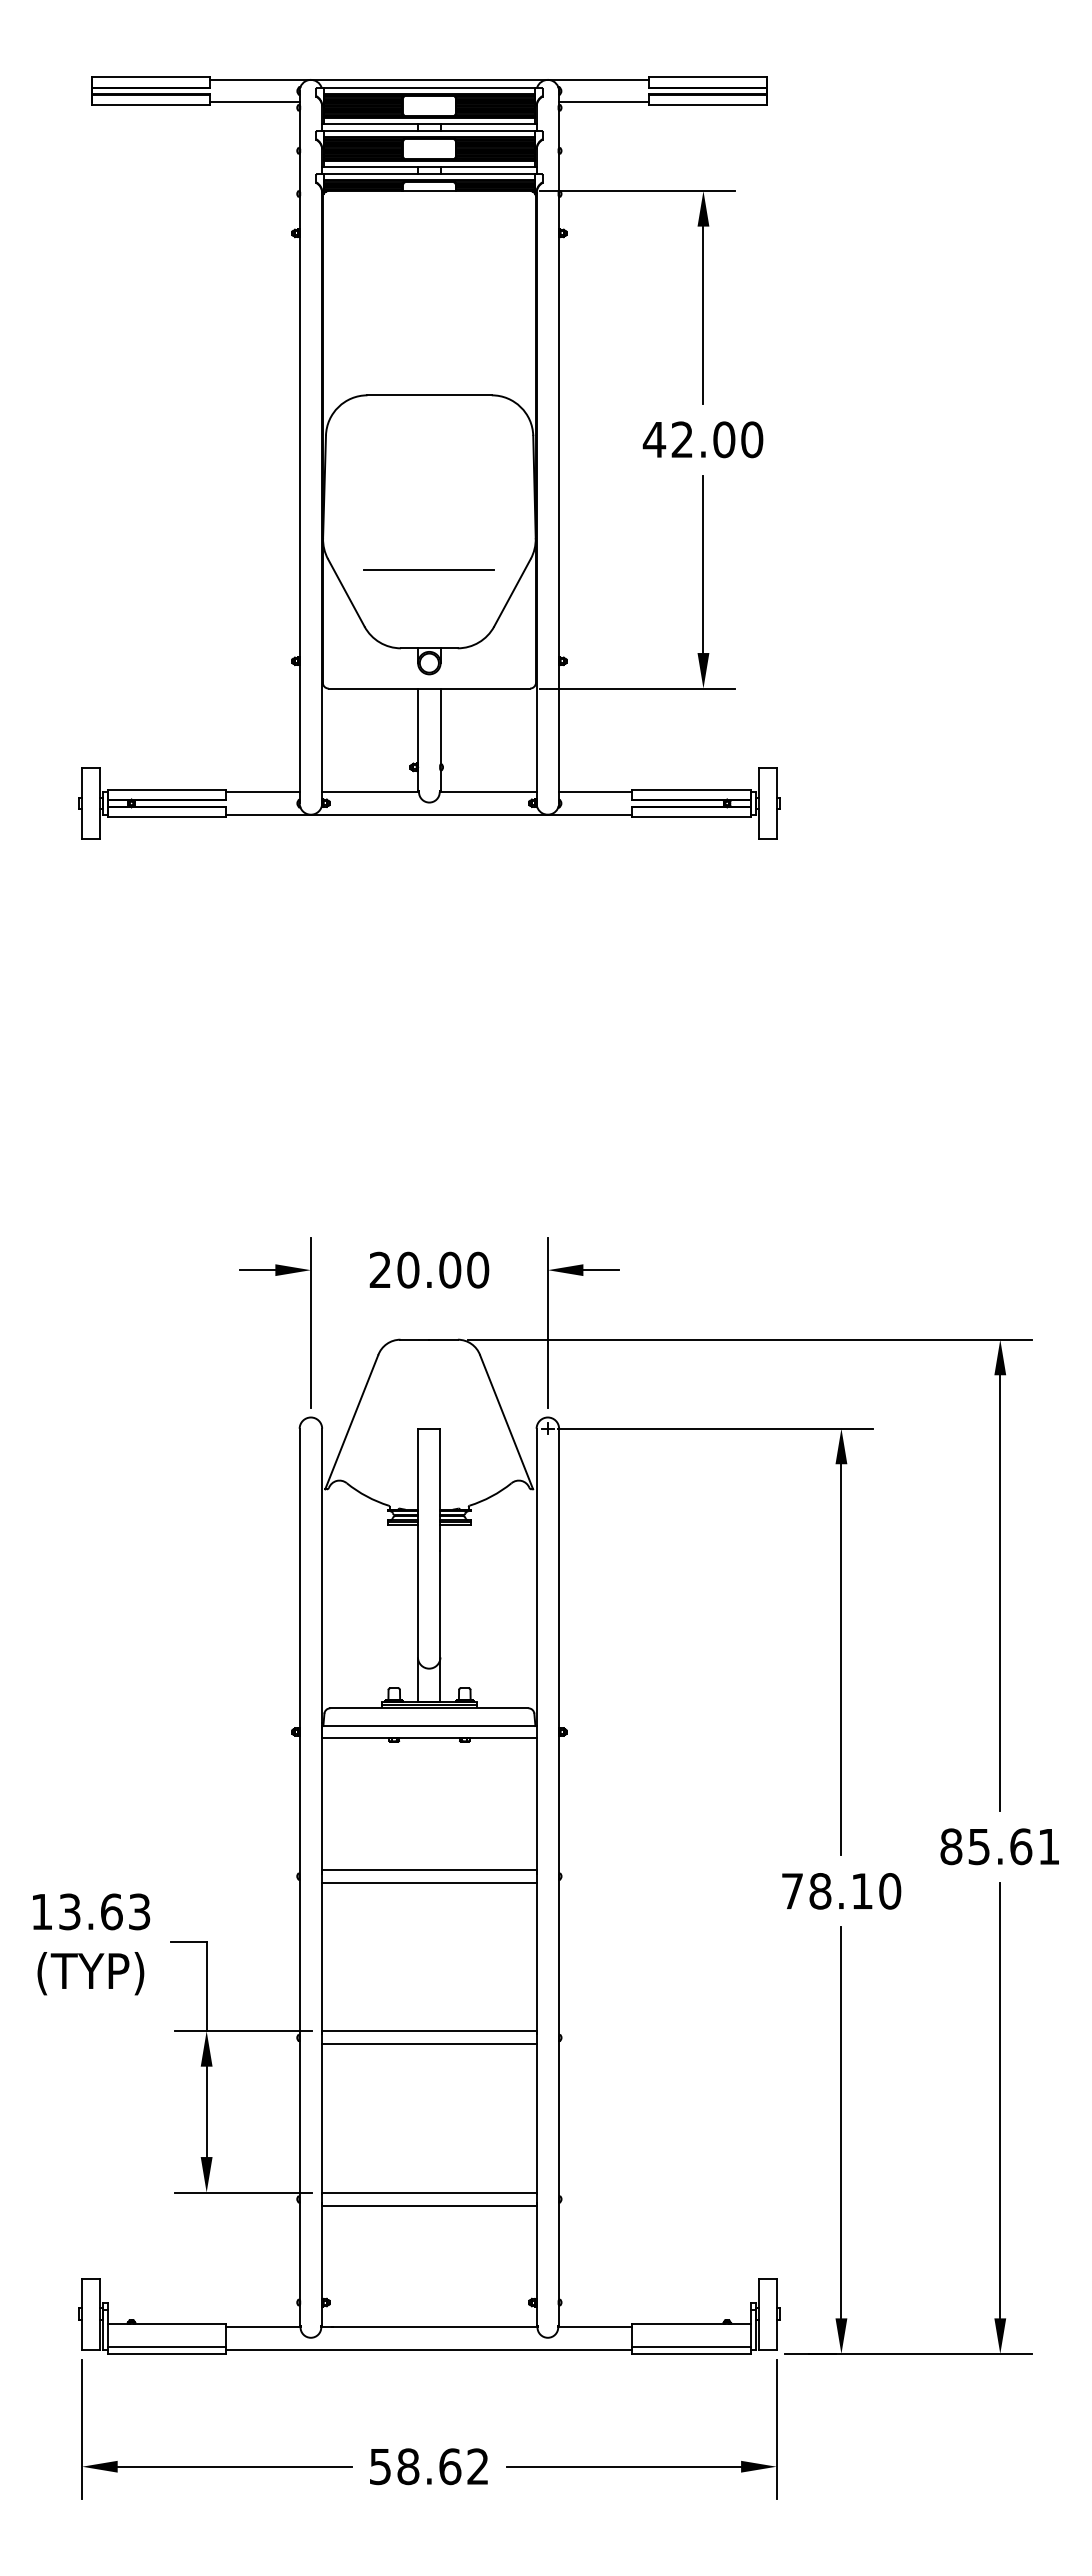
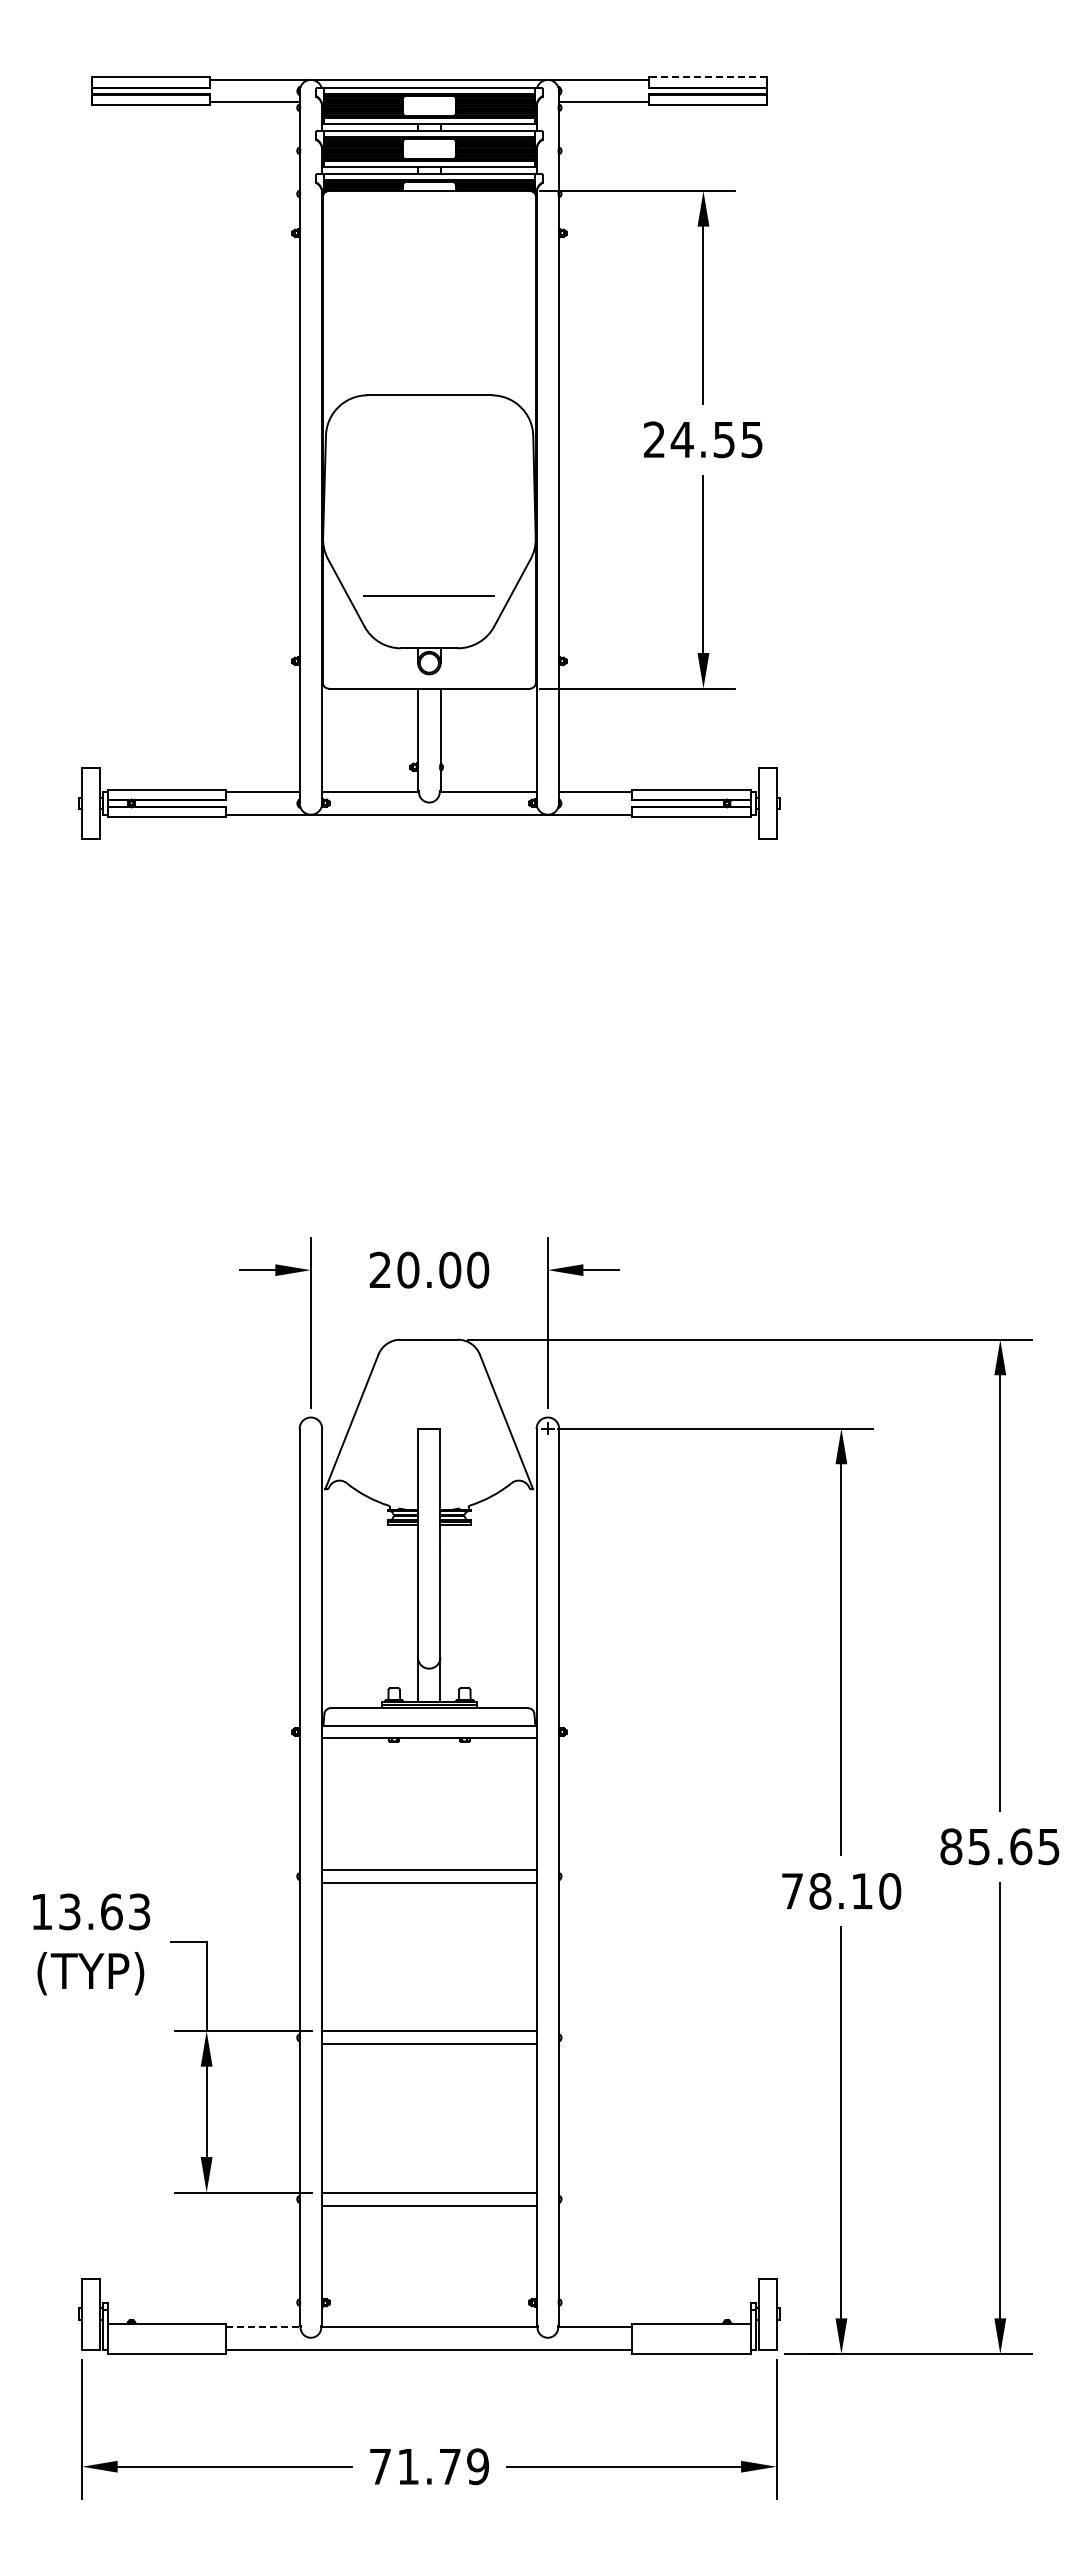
line at (707, 77): solid -> dashed
text at (702, 439): 42.00 -> 24.55
line at (428, 569) position: (428, 569) -> (428, 595)
text at (1048, 1847): 85.61 -> 85.65
line at (263, 2327): solid -> dashed
line at (166, 2347): present -> none
line at (691, 2347): present -> none
text at (429, 2466): 58.62 -> 71.79
